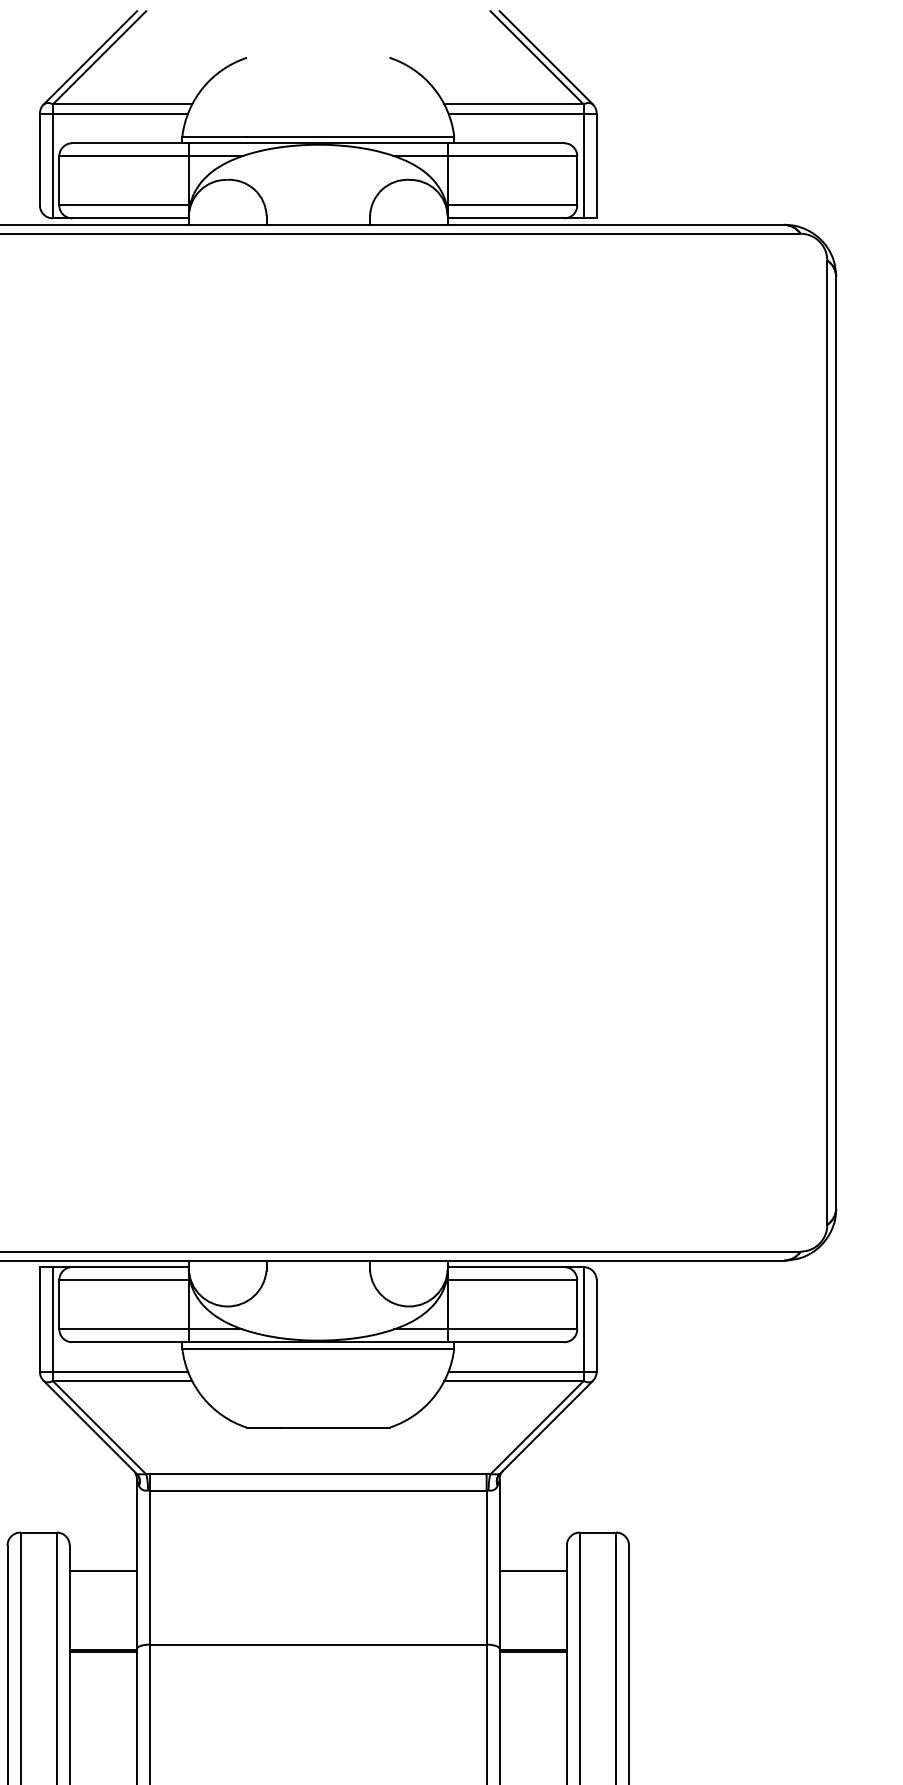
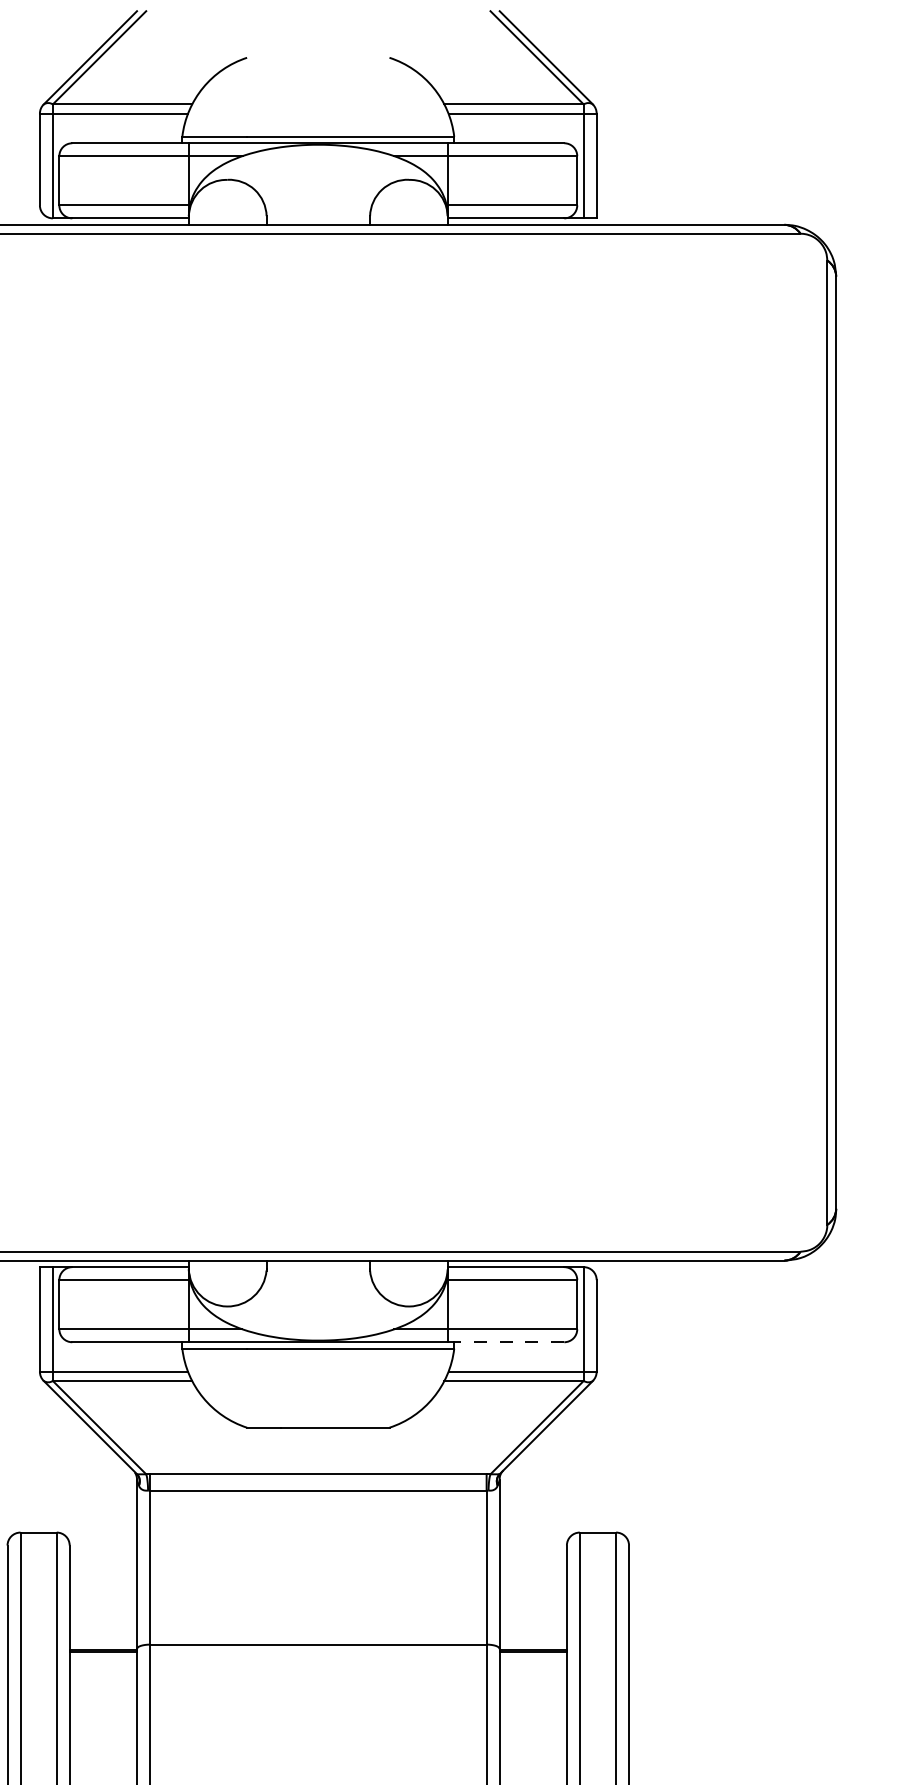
line at (506, 1342): solid -> dashed
line at (103, 1571): present -> none
line at (532, 1571): present -> none
